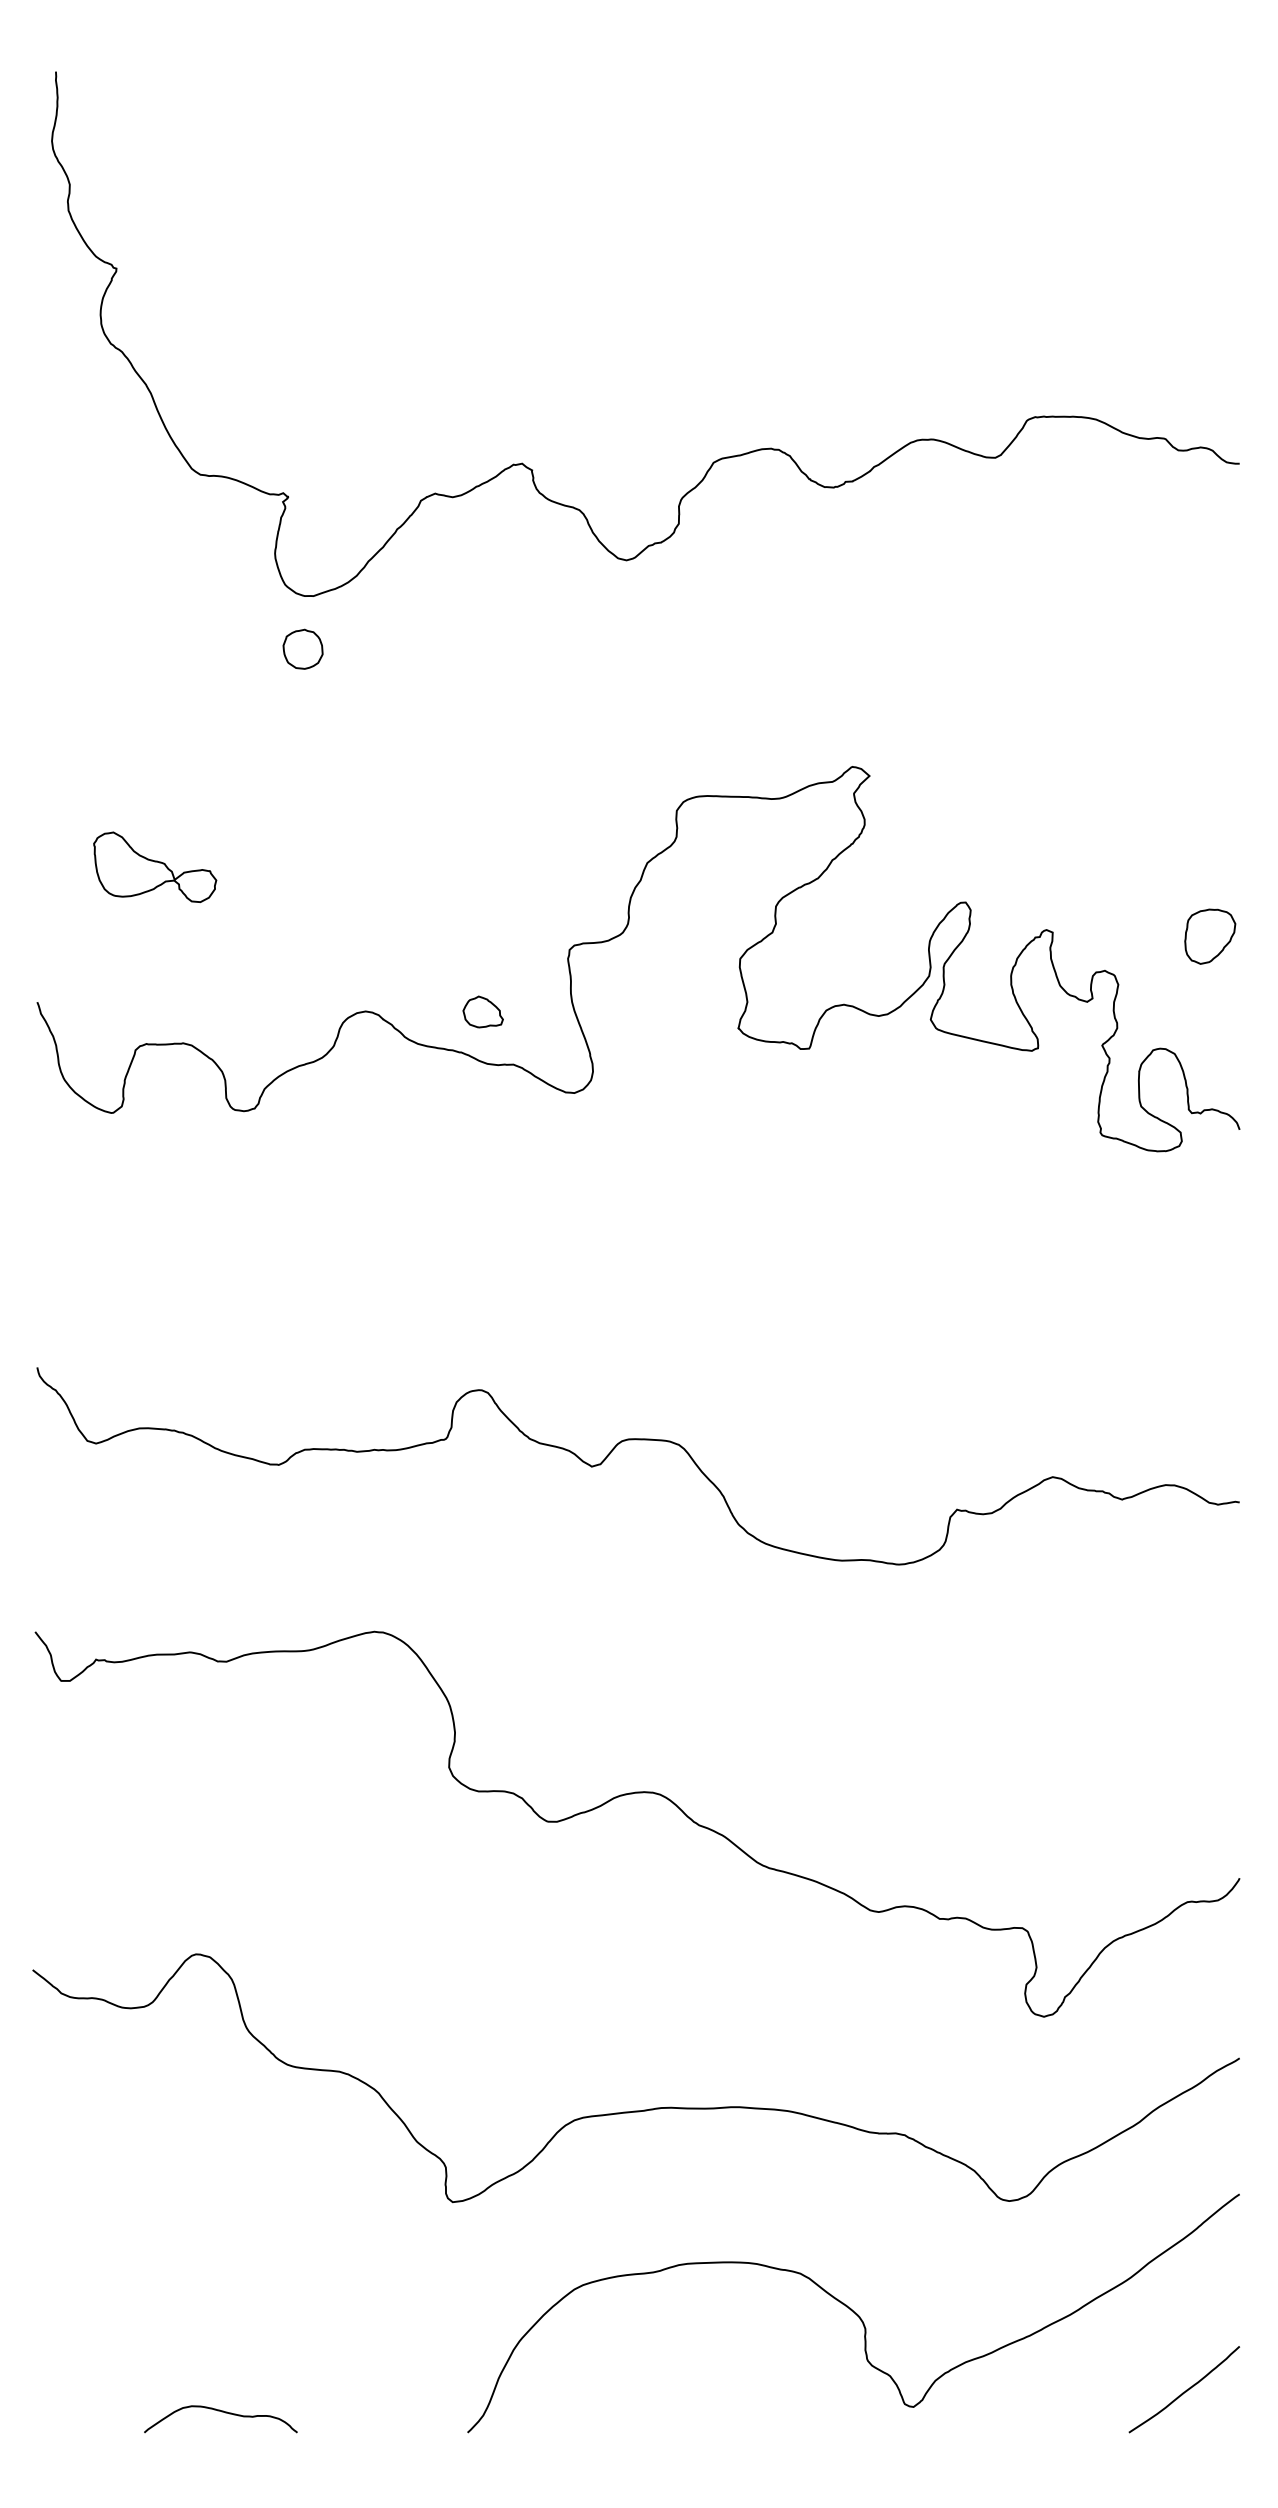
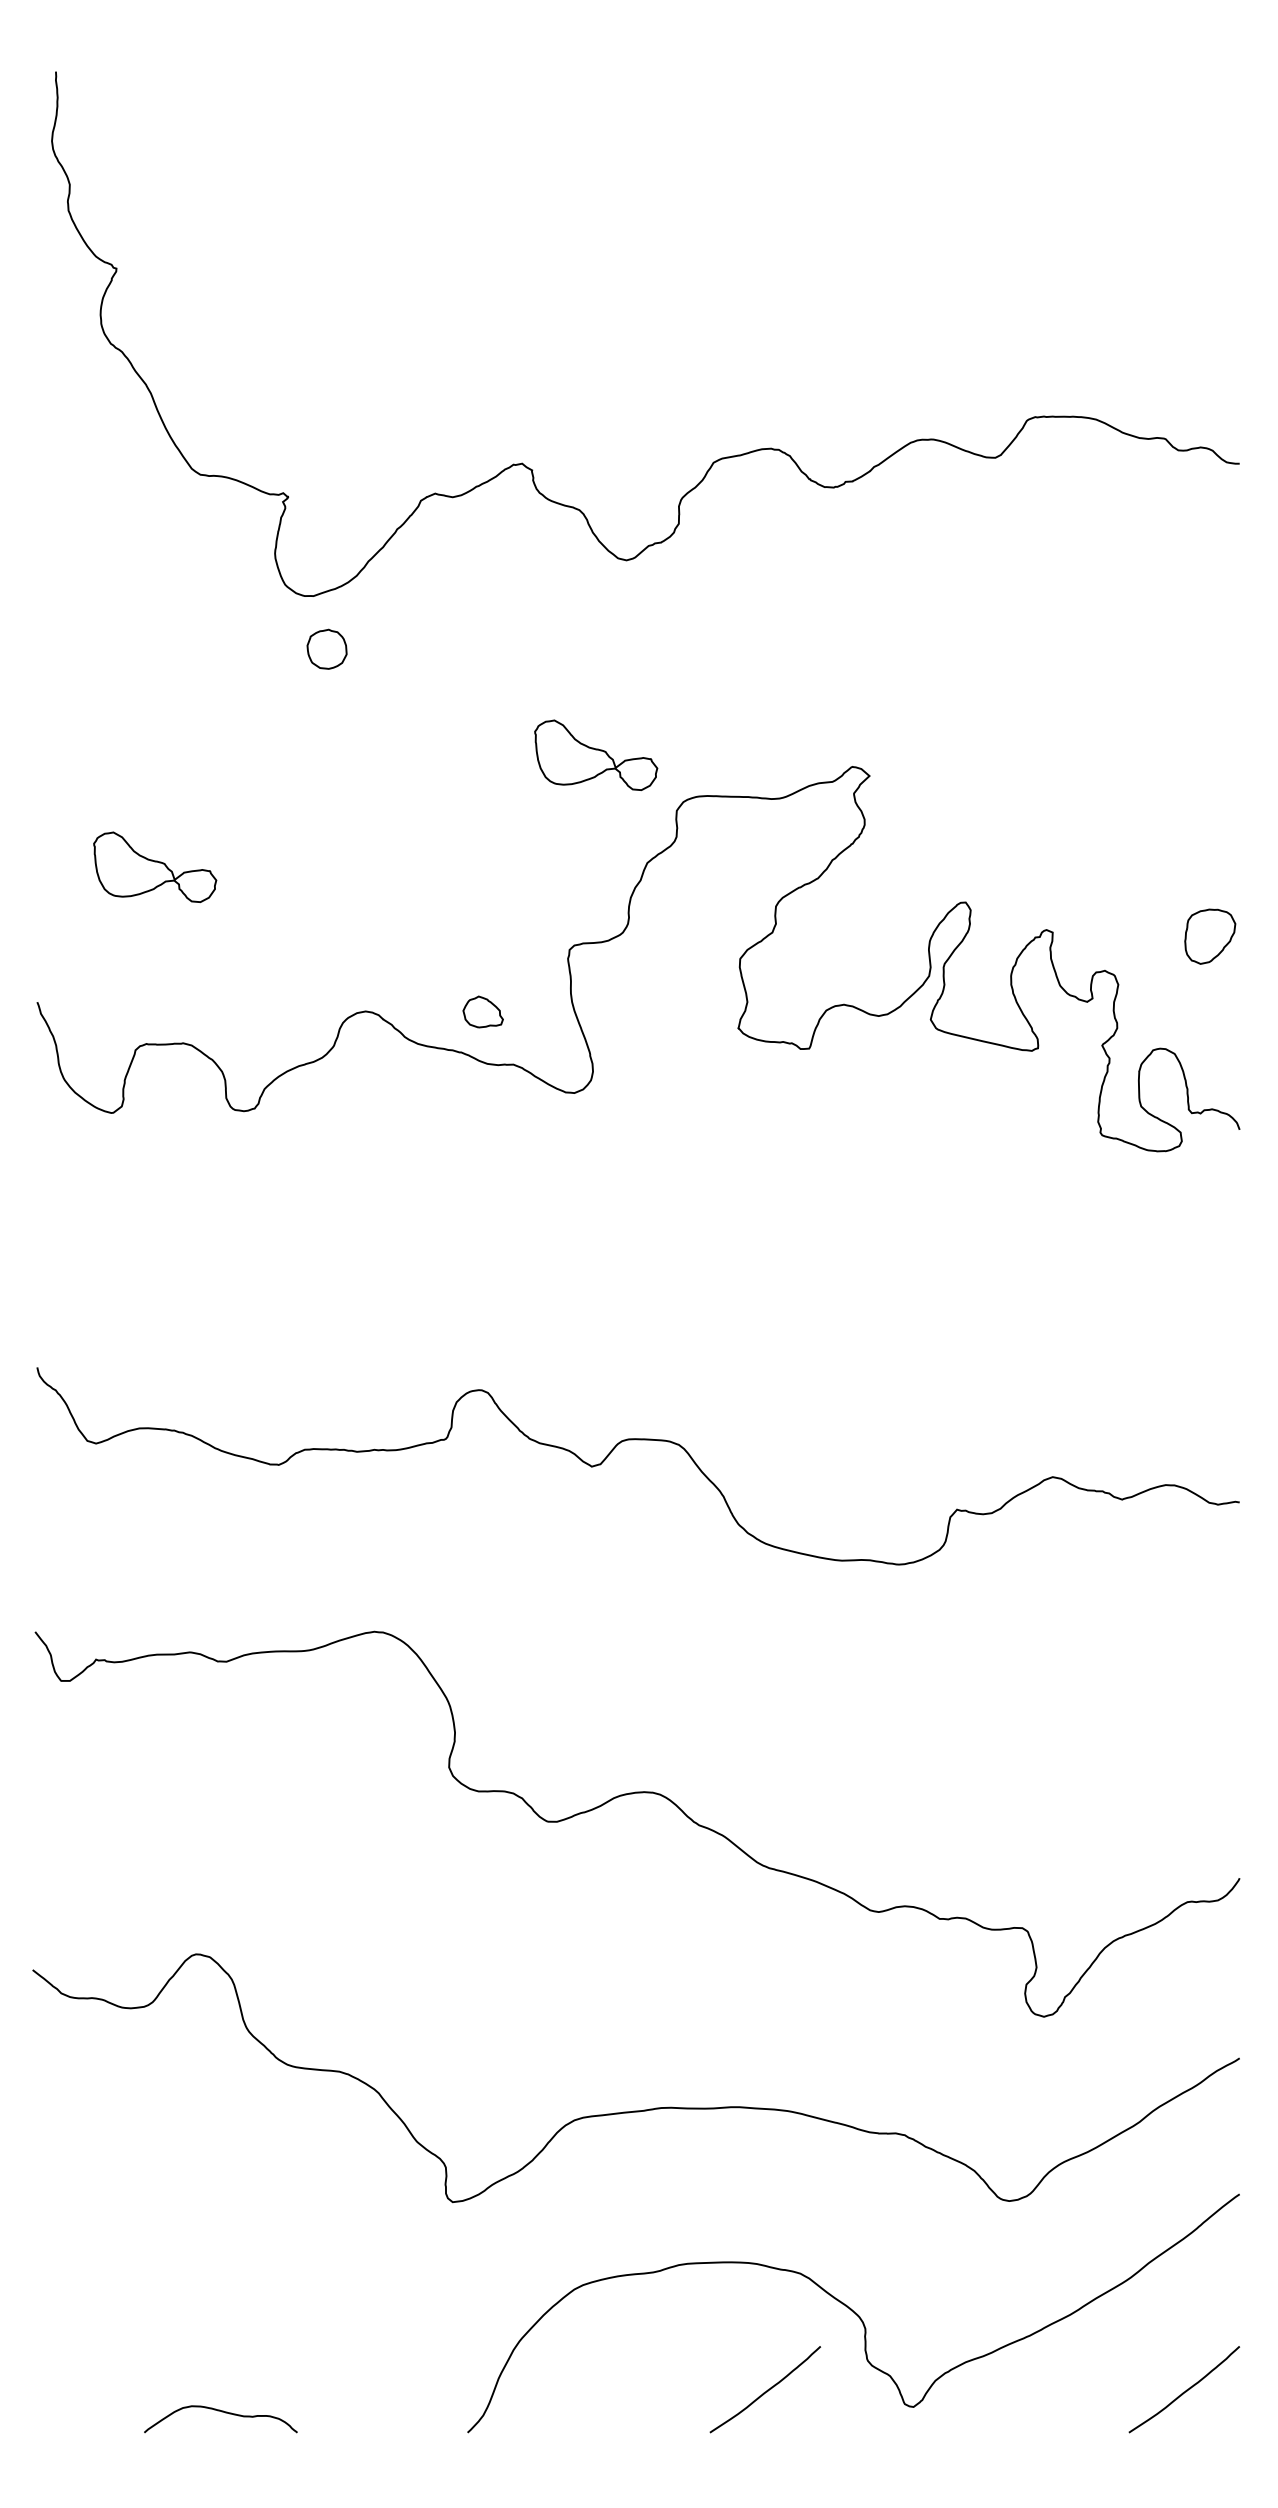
part at (302, 648) position: (302, 648) -> (326, 648)
part at (596, 754): none -> present
curve at (766, 2390): none -> present
